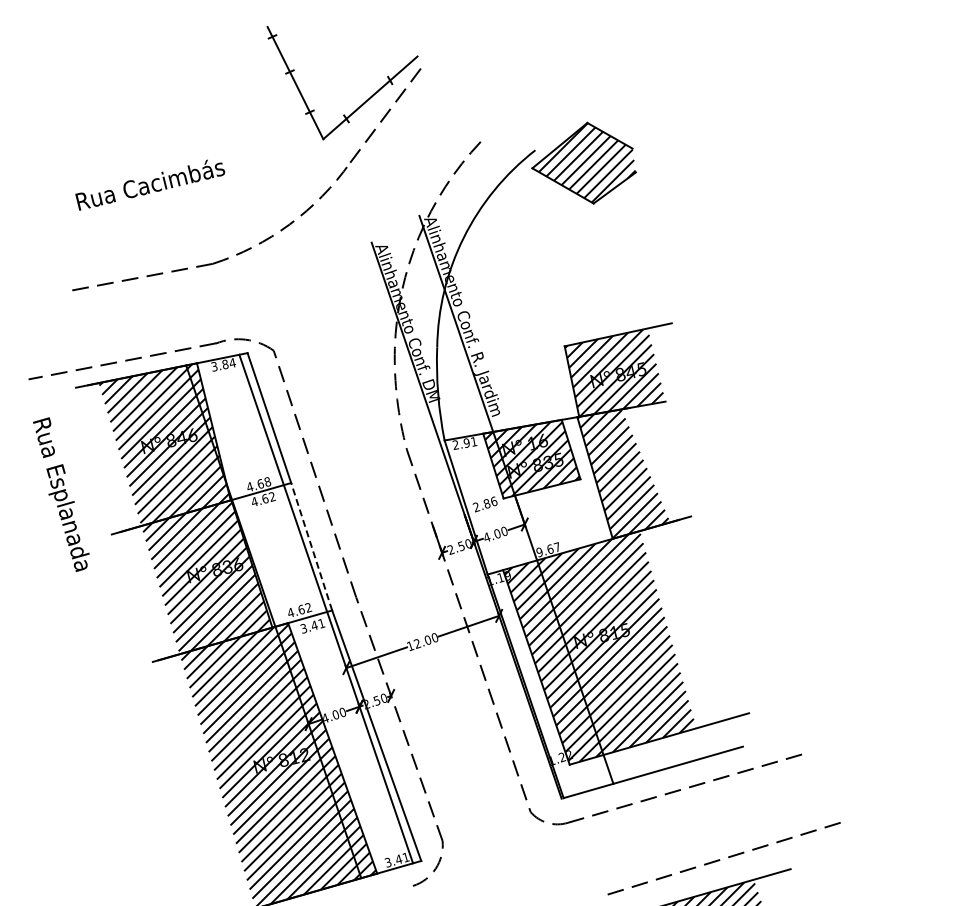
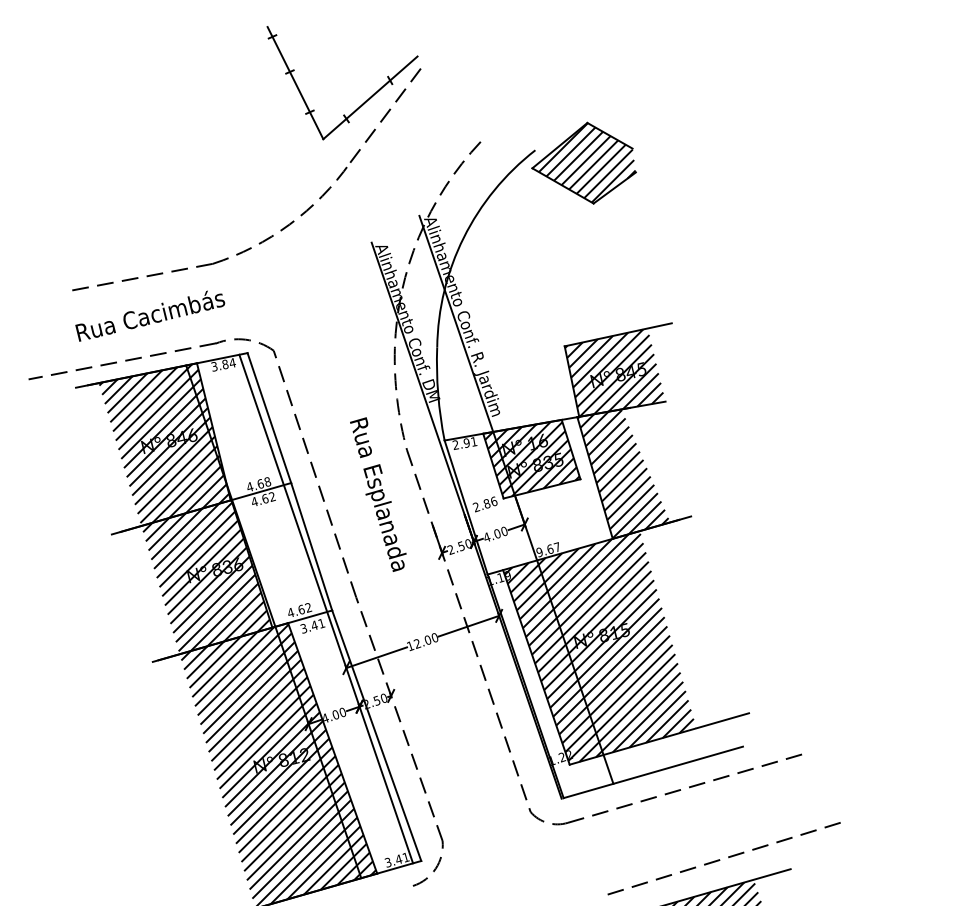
text at (150, 184) position: (150, 184) -> (150, 315)
text at (61, 494) position: (61, 494) -> (378, 494)
line at (311, 546): dashed -> solid
